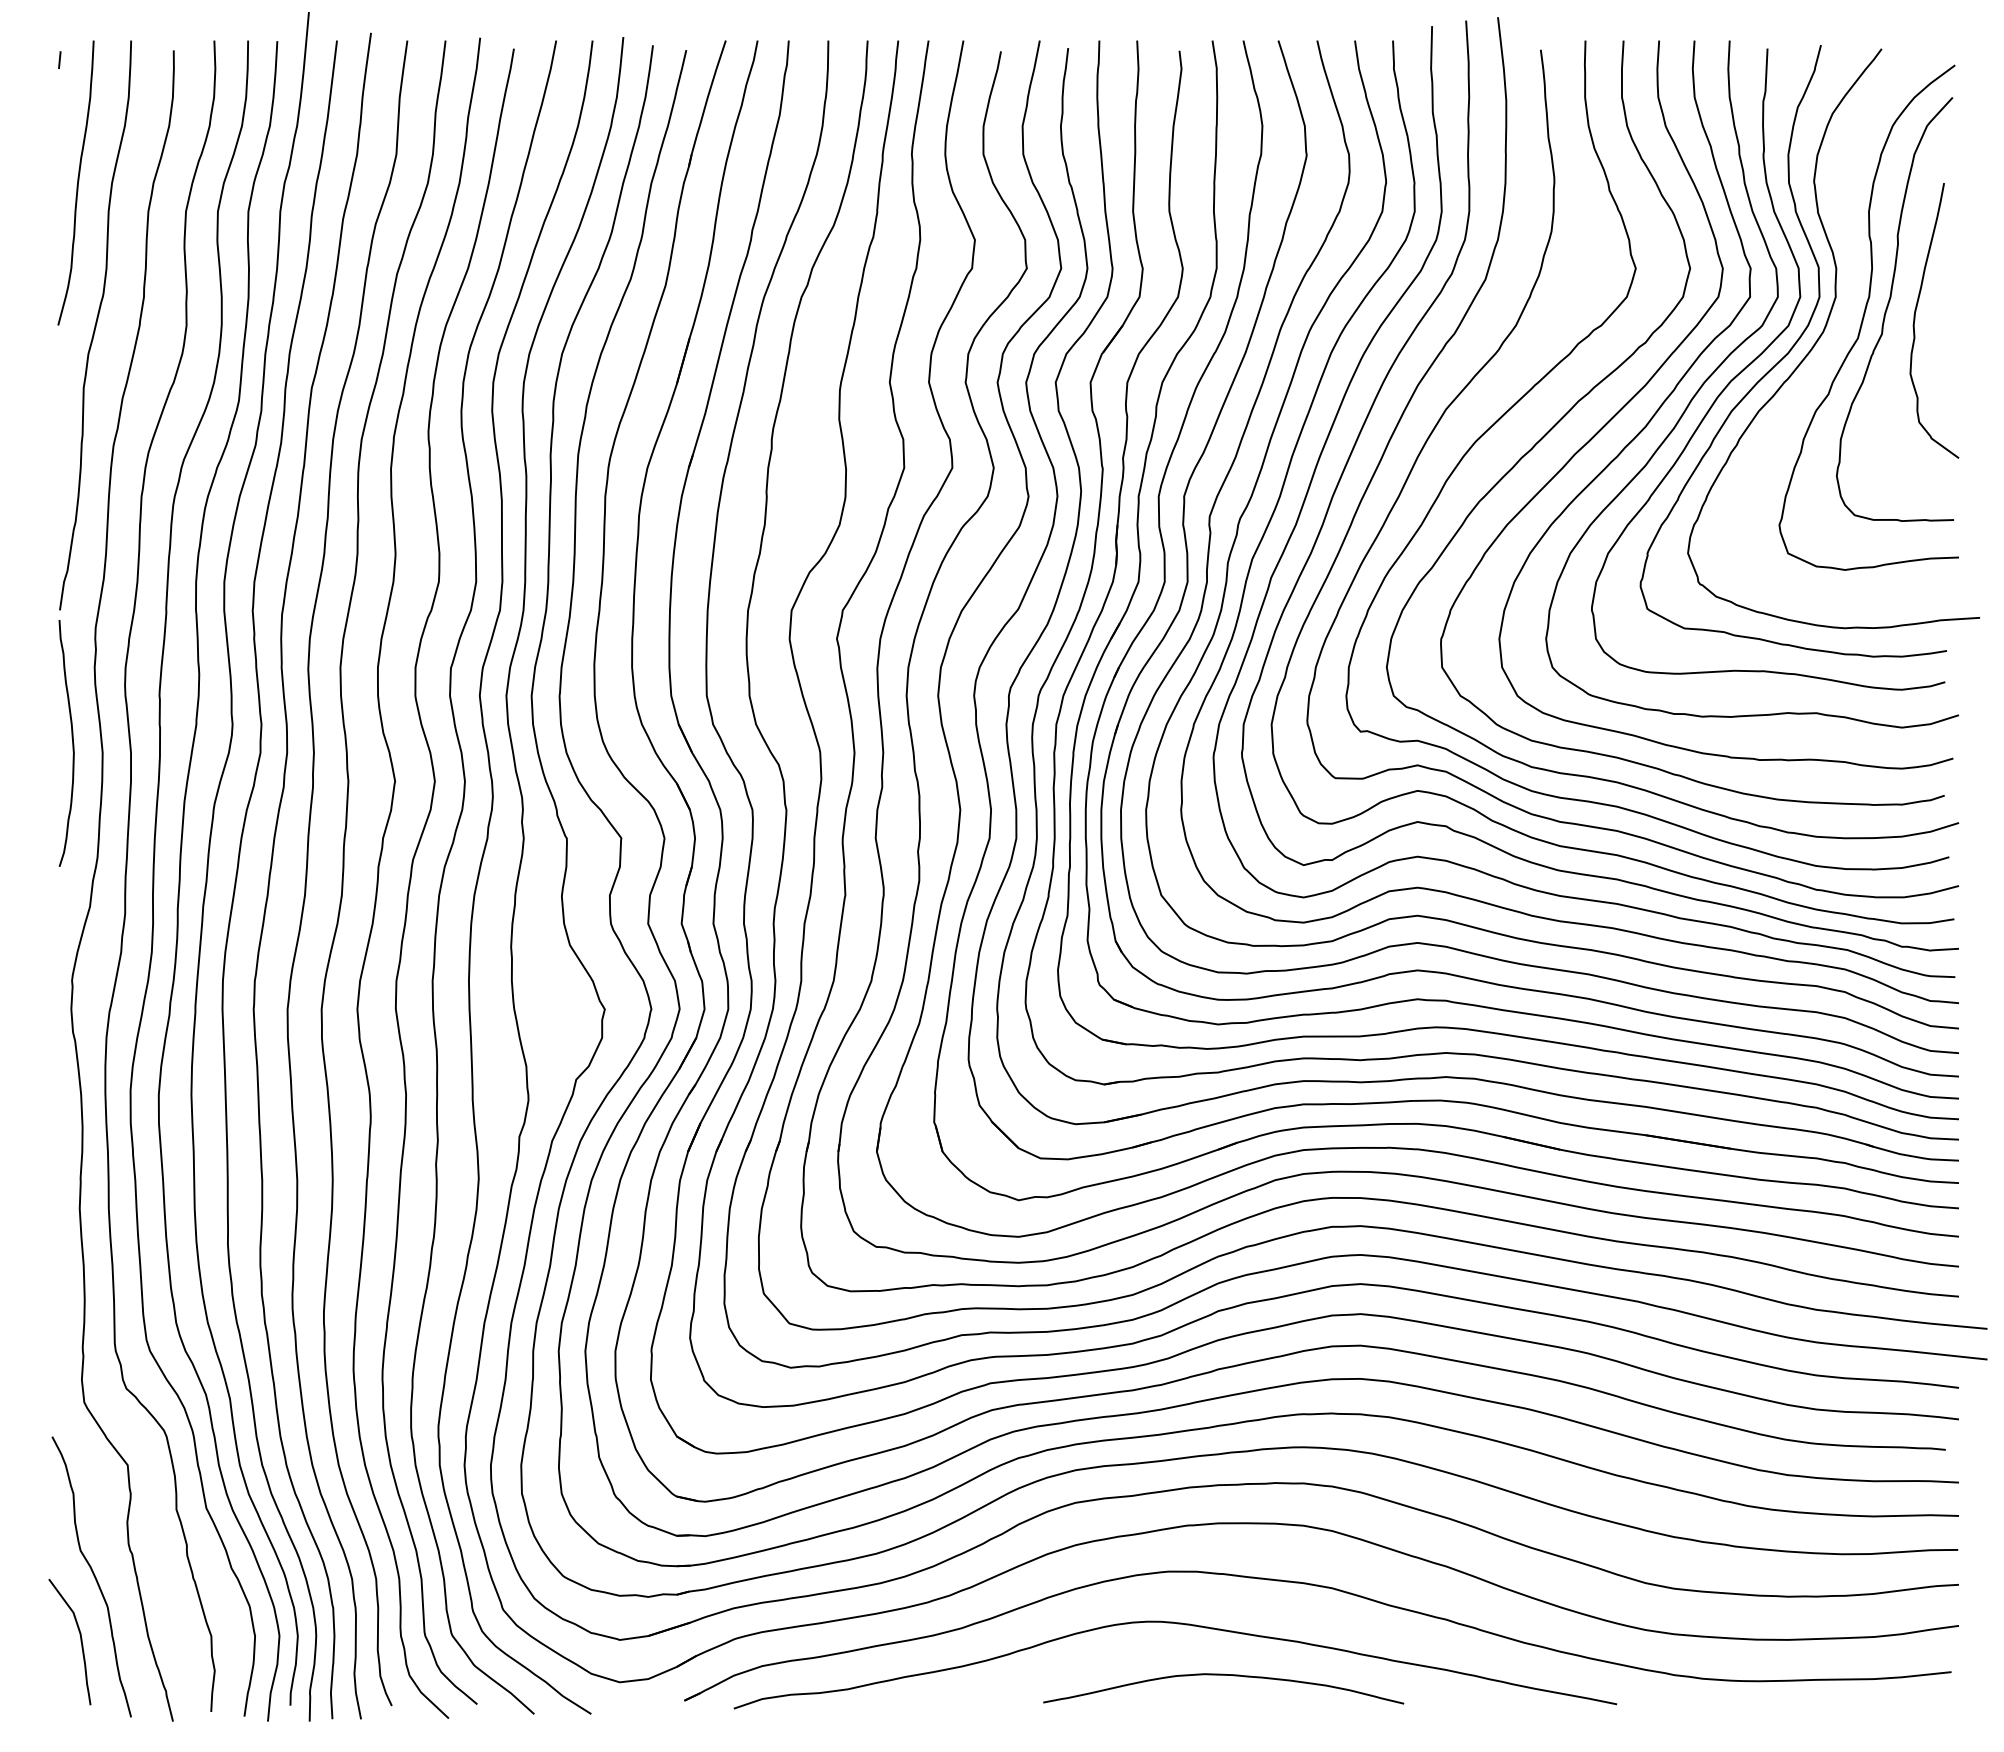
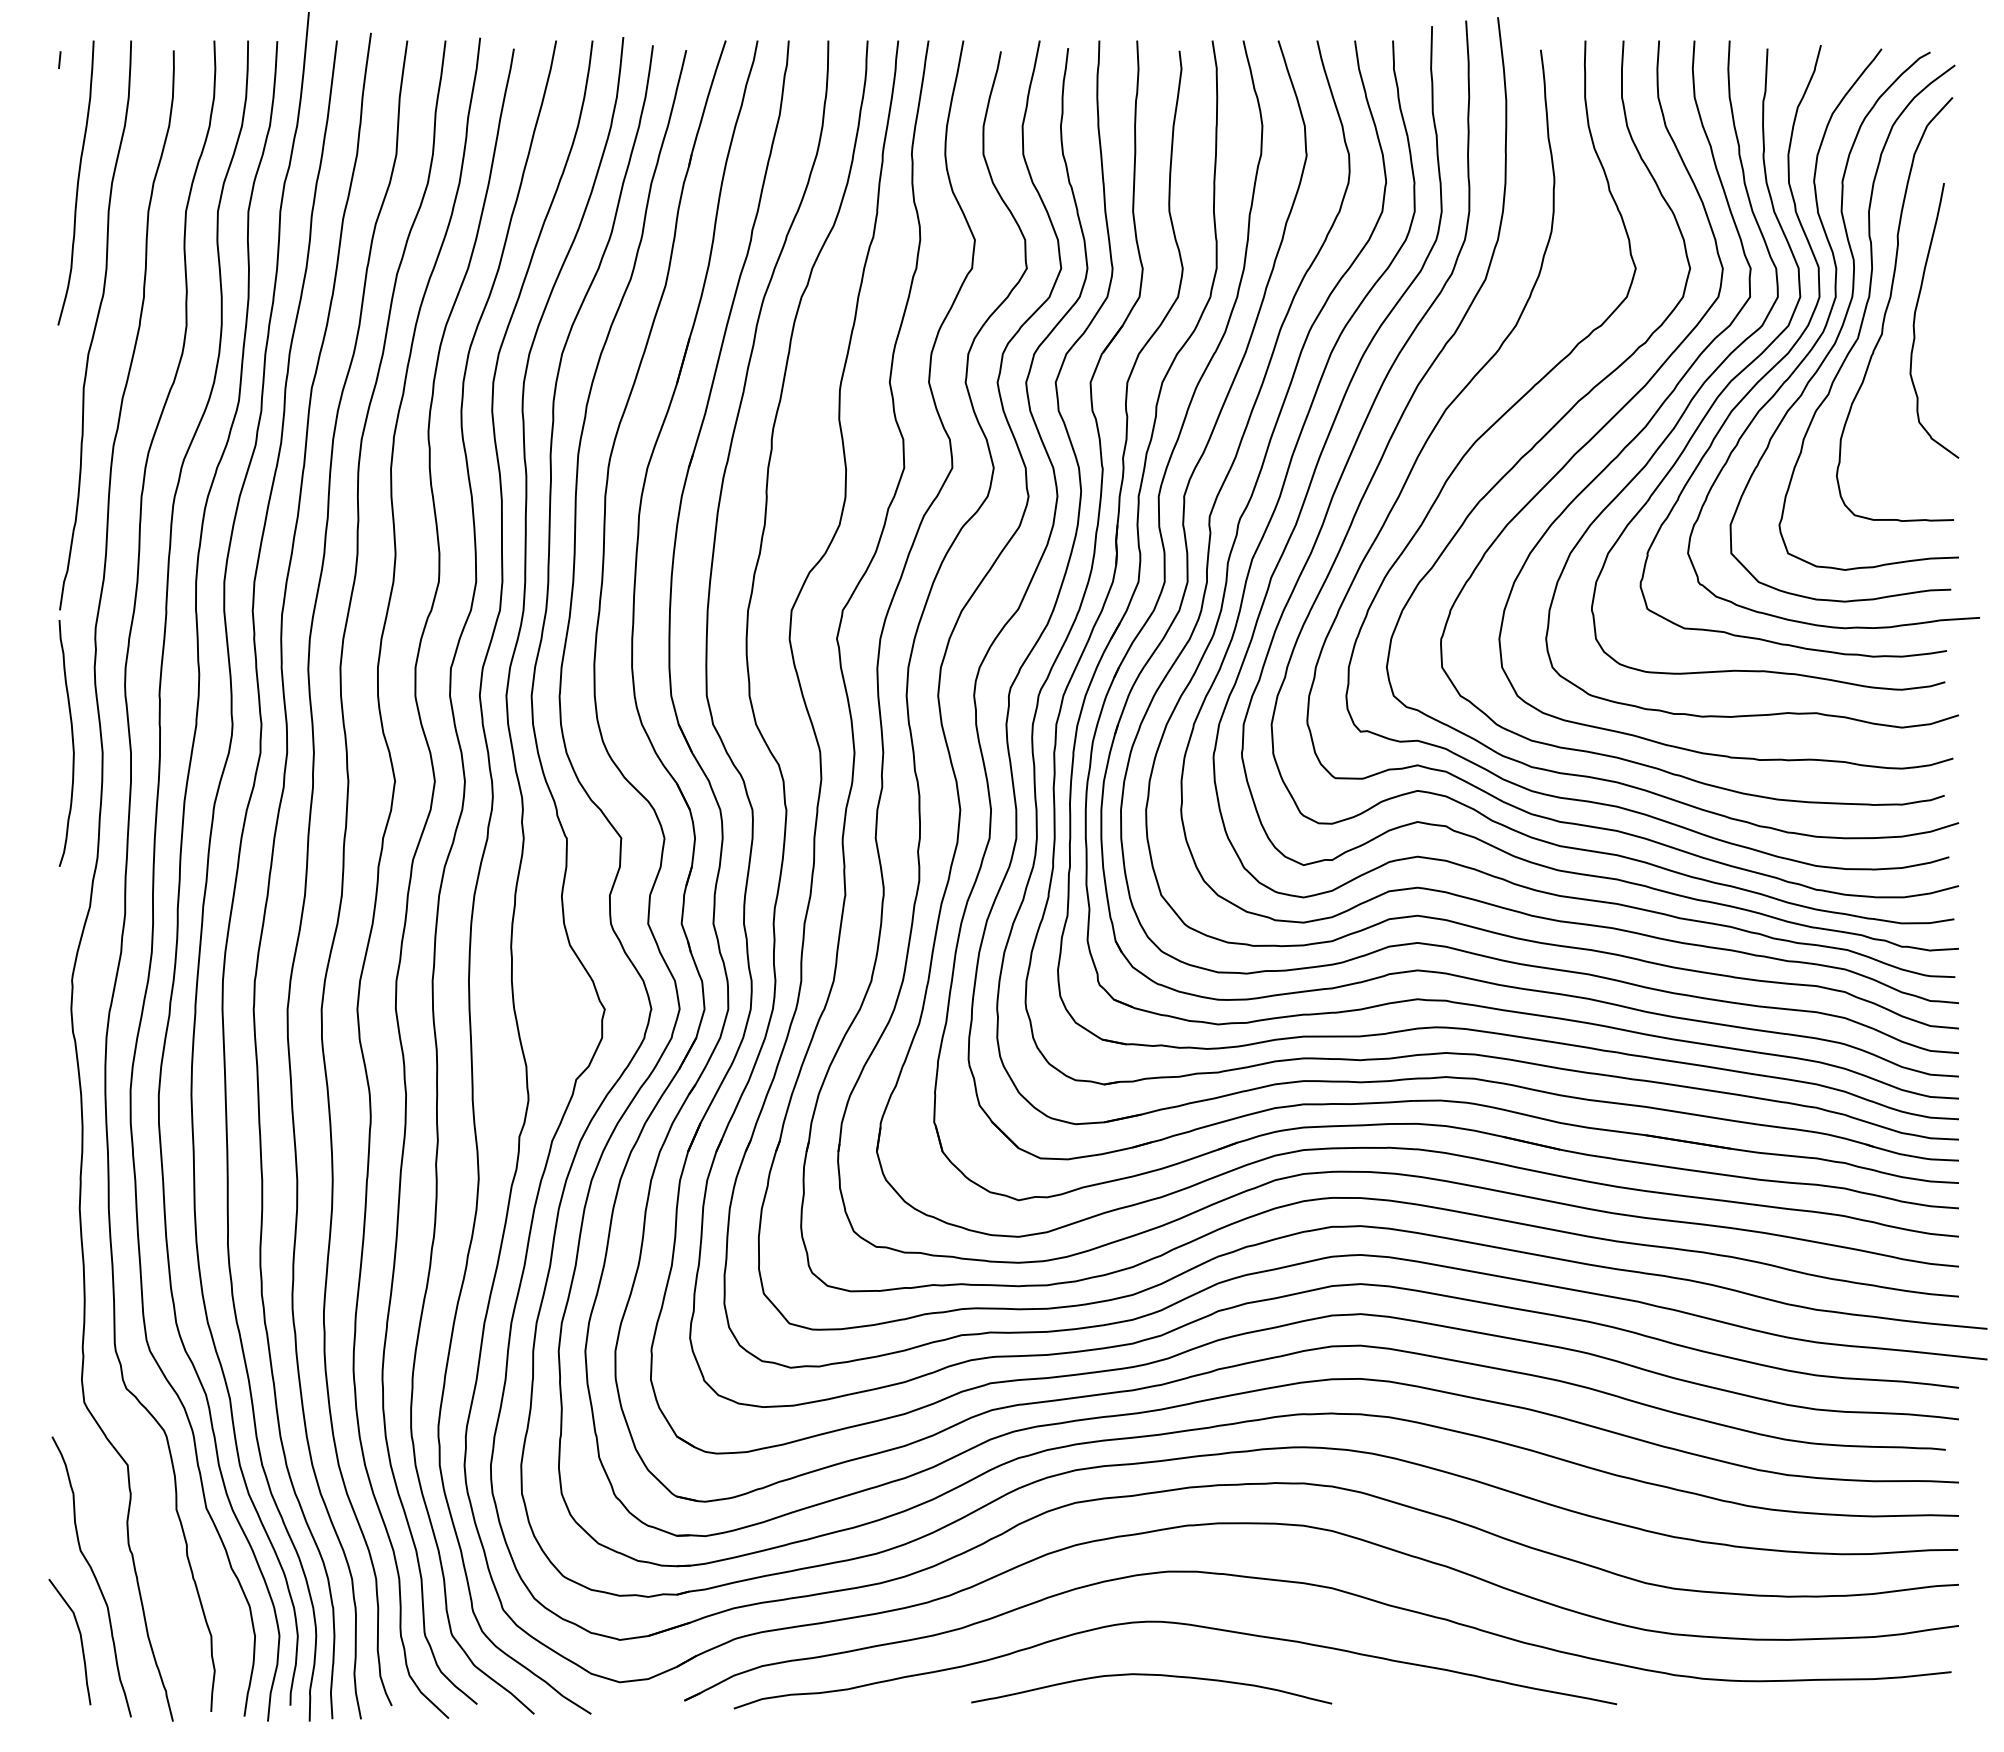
curve at (1841, 326): none -> present
curve at (1223, 1675) position: (1223, 1675) -> (1151, 1675)
